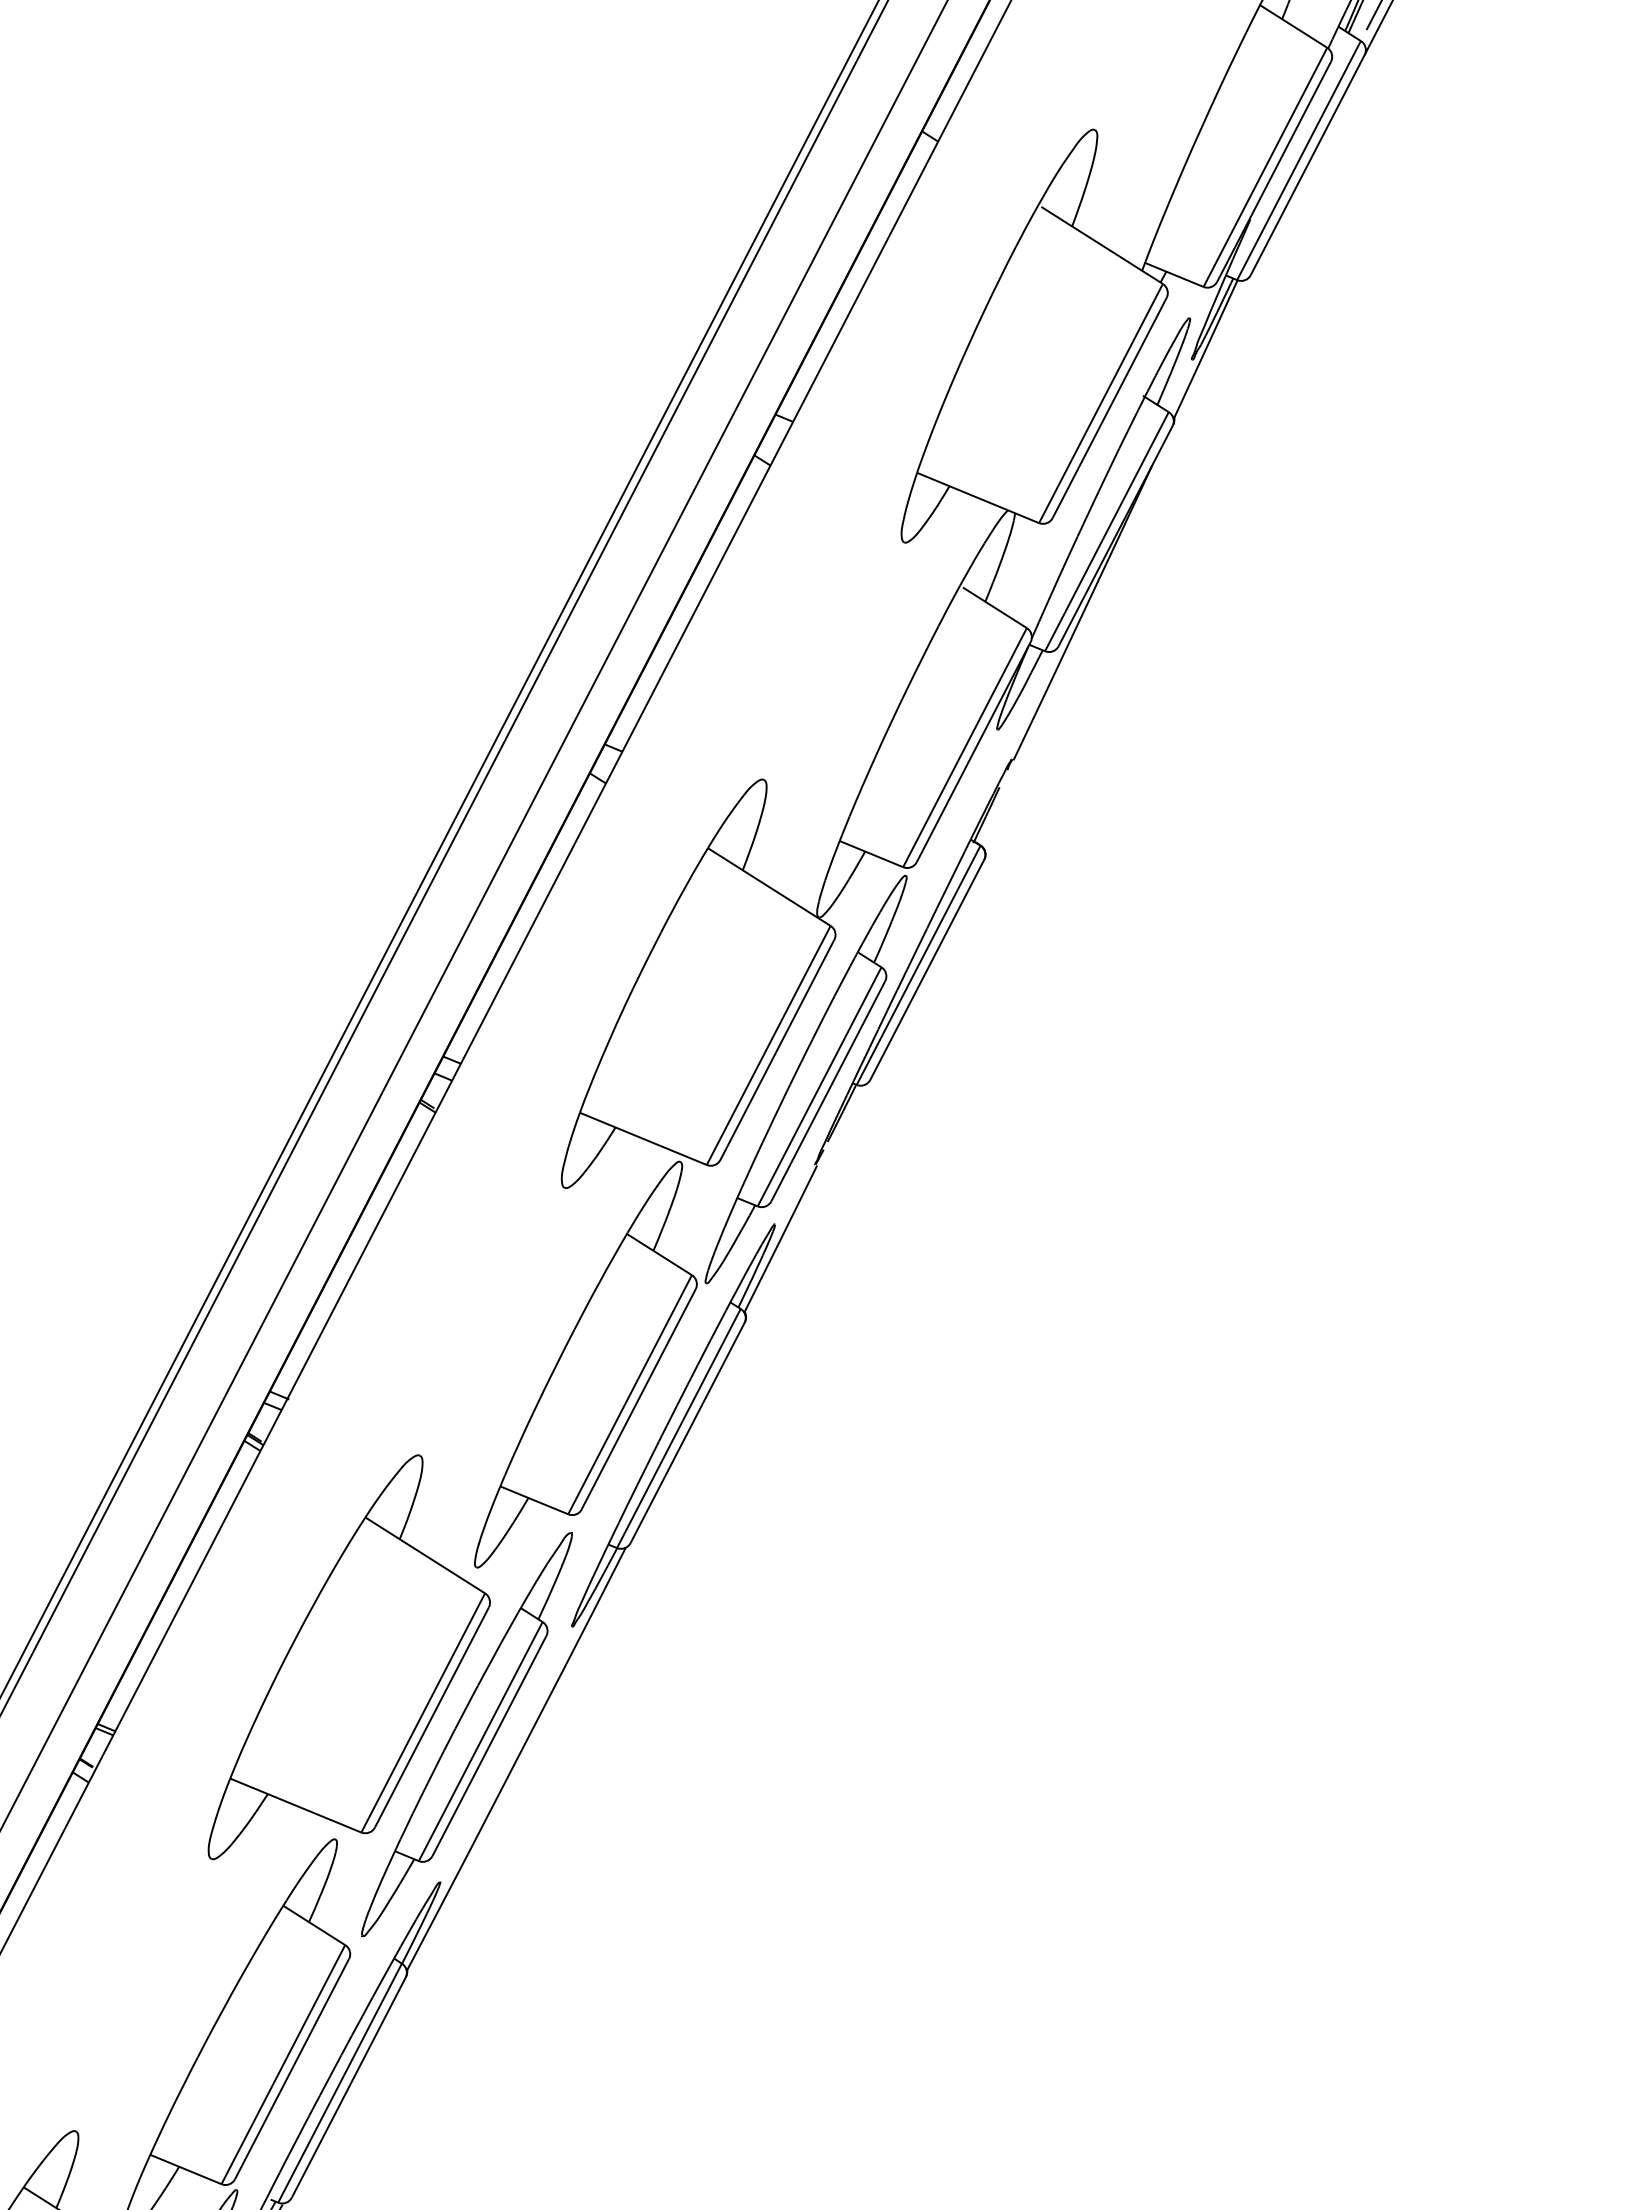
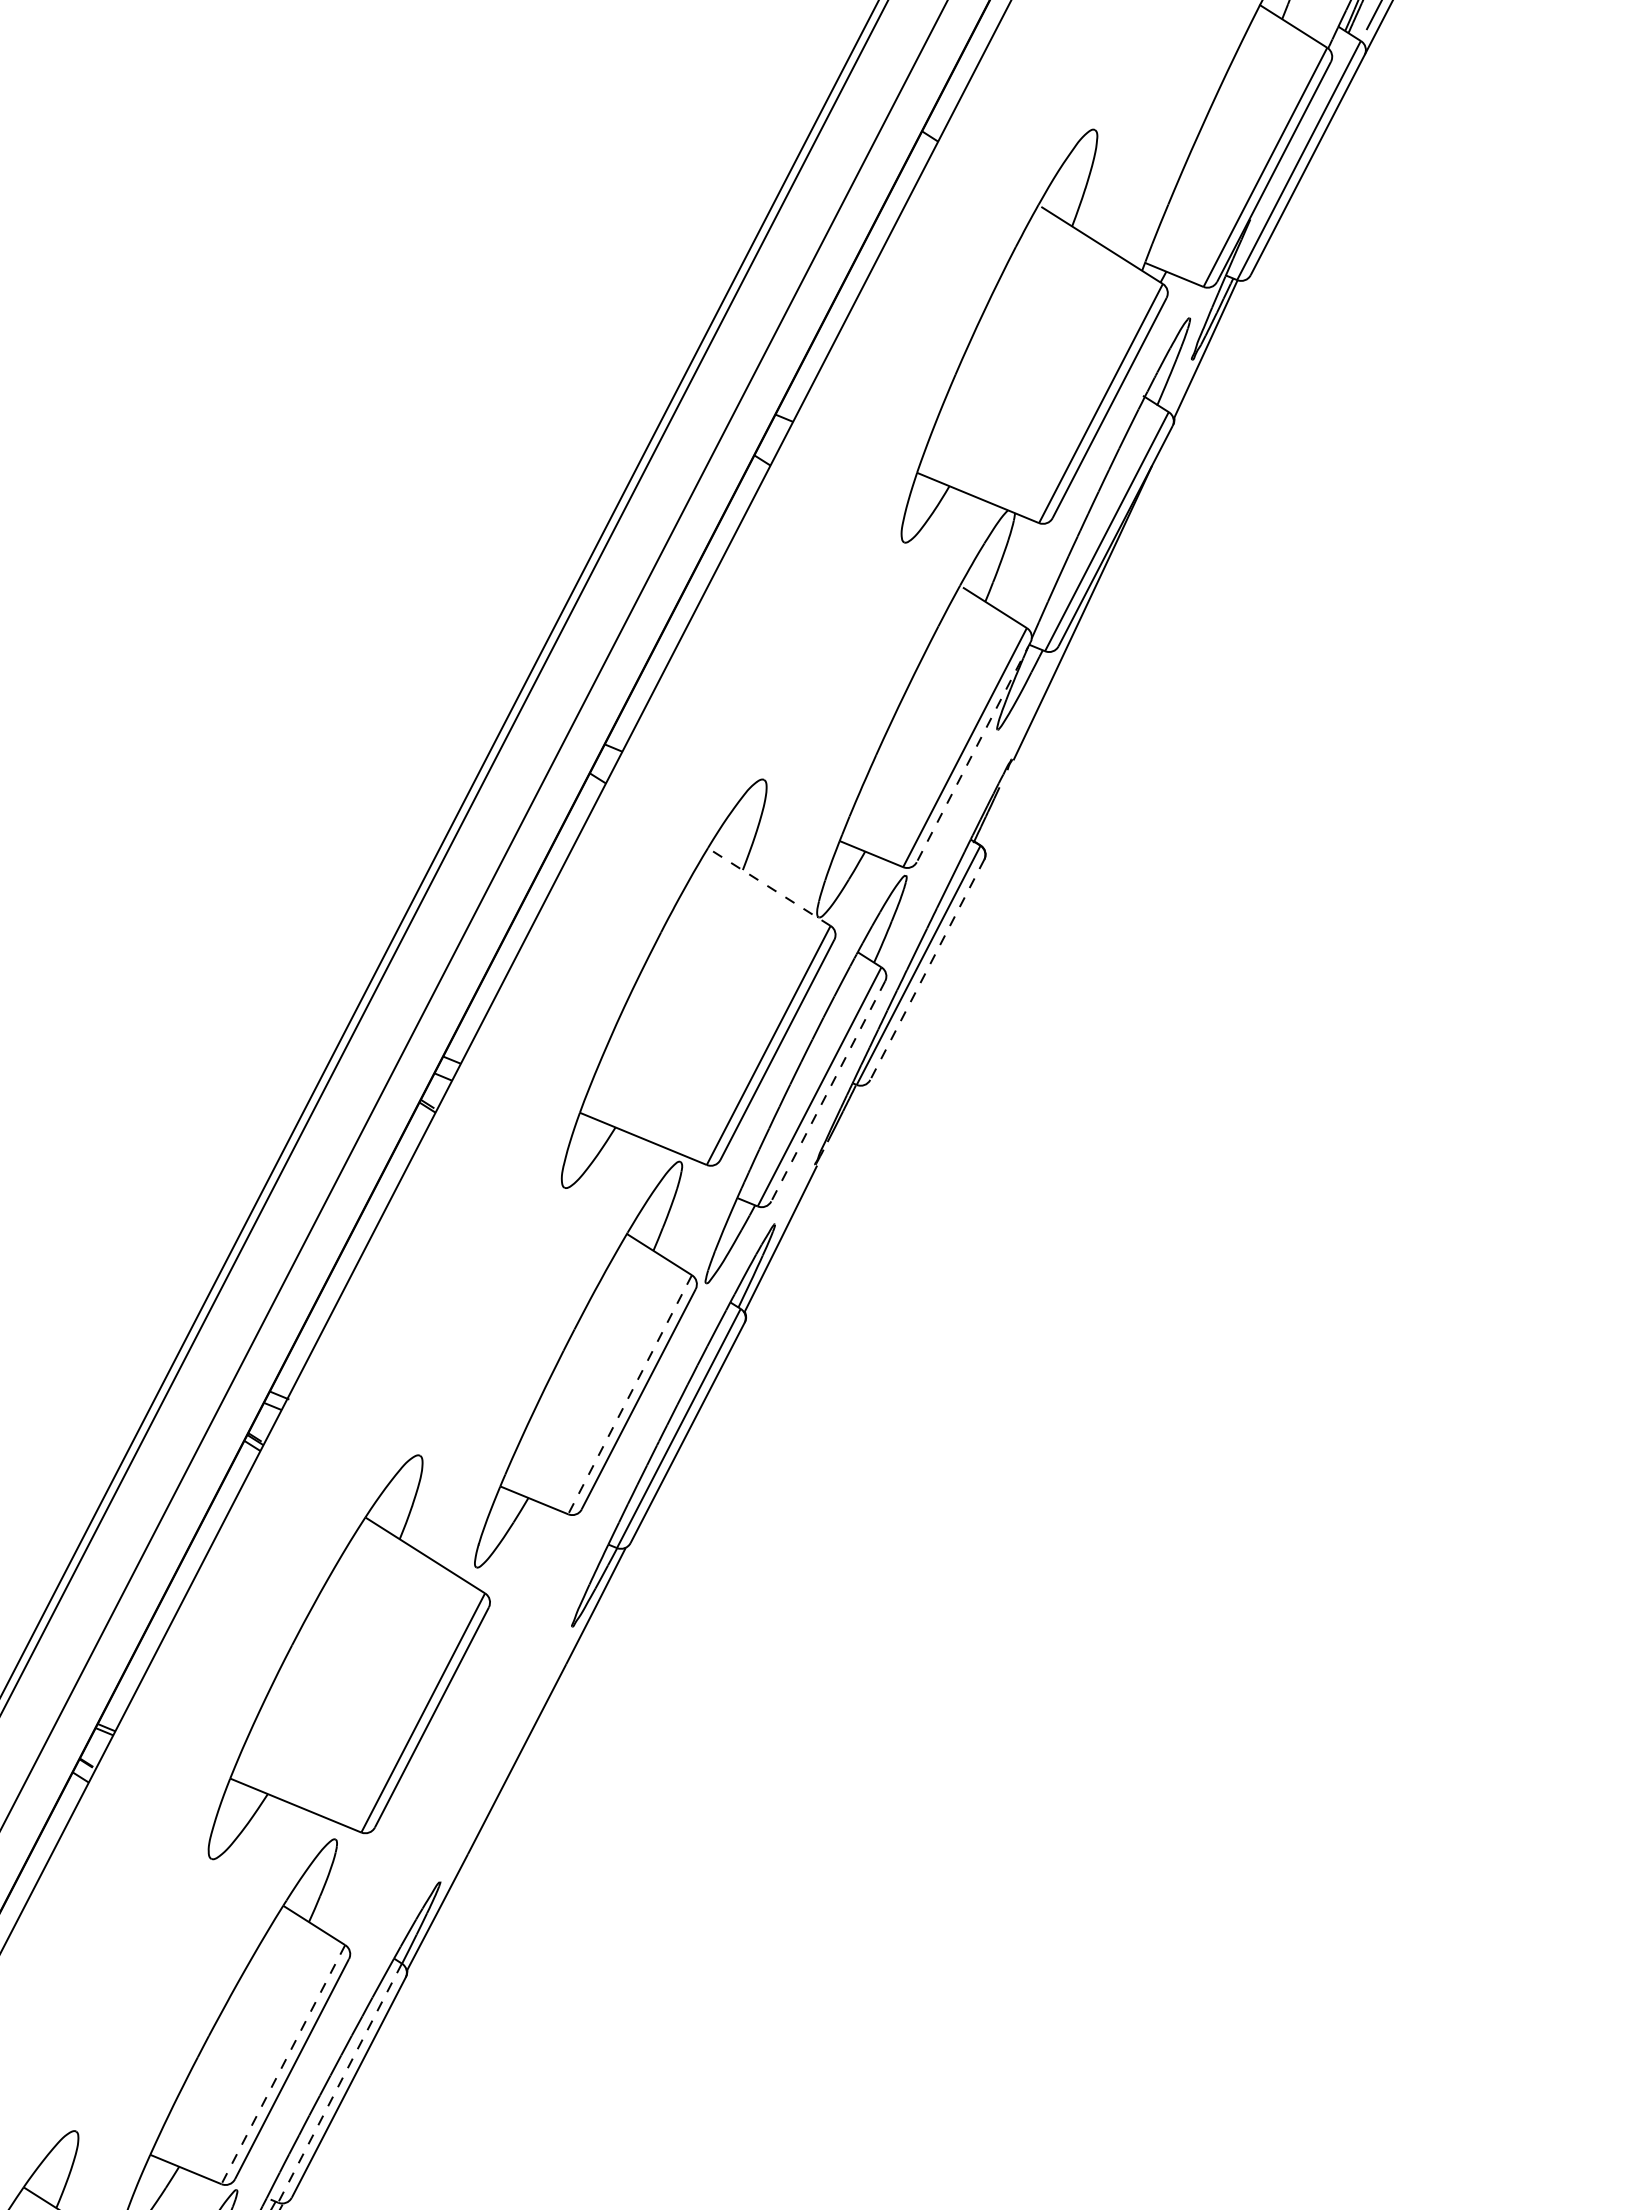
line at (973, 752): solid -> dashed
line at (769, 887): solid -> dashed
line at (927, 970): solid -> dashed
line at (828, 1091): solid -> dashed
line at (630, 1394): solid -> dashed
part at (466, 1734): present -> none
line at (283, 2064): solid -> dashed
line at (340, 2083): solid -> dashed
